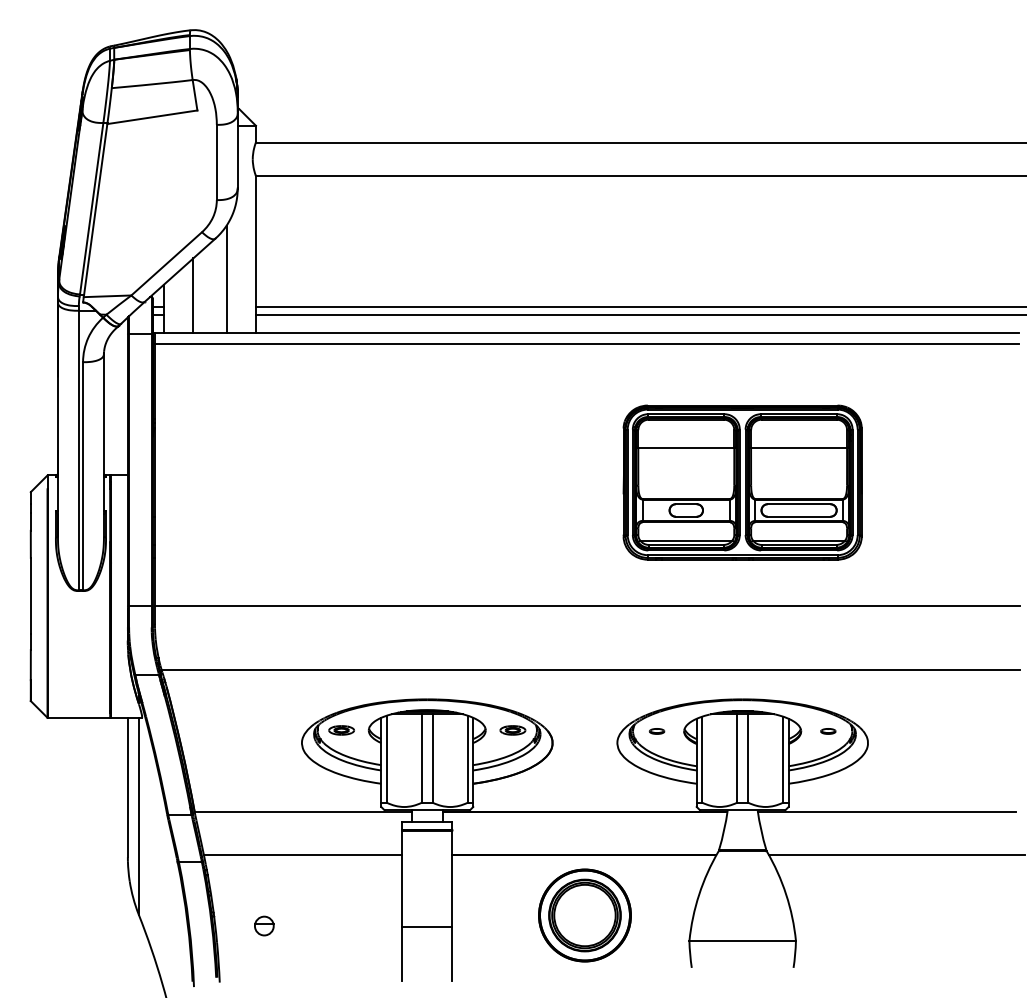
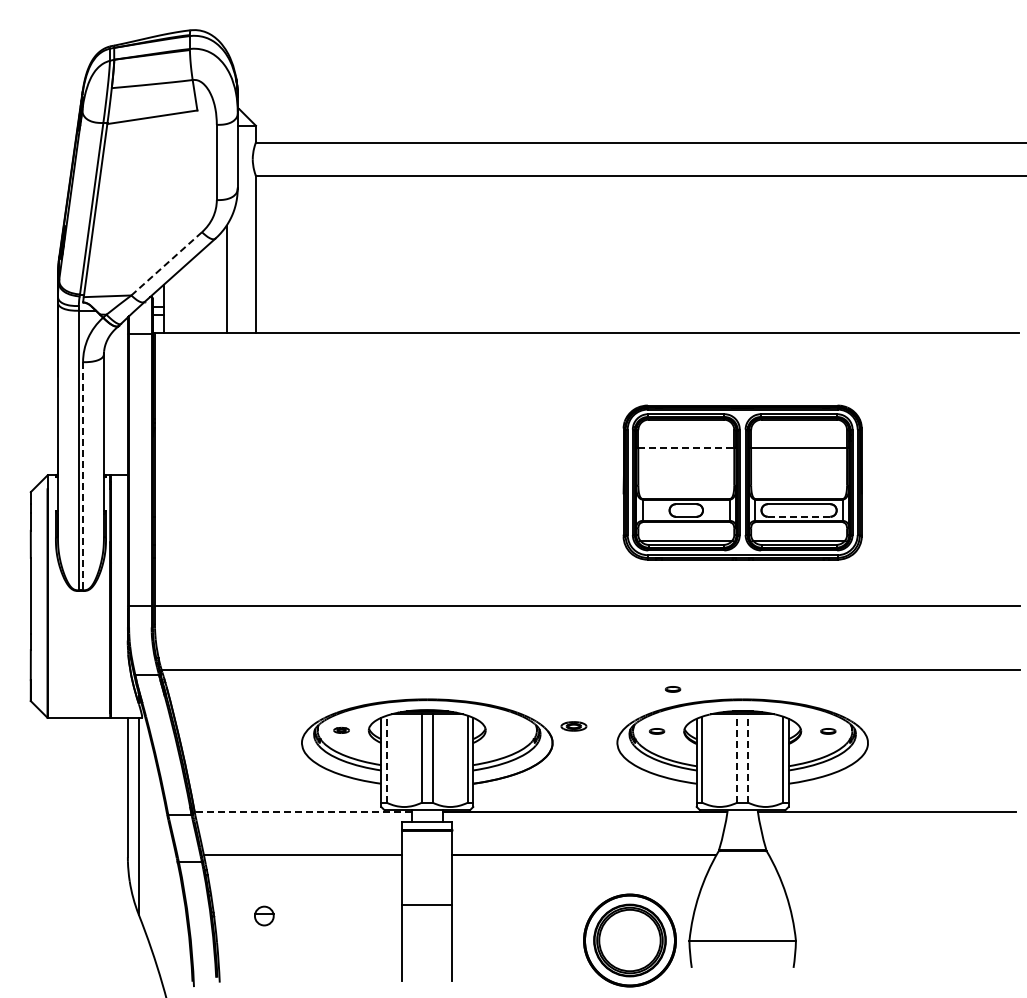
line at (166, 264): solid -> dashed
line at (193, 295): present -> none
line at (639, 306): present -> none
line at (639, 315): present -> none
line at (586, 344): present -> none
line at (686, 447): solid -> dashed
line at (83, 477): solid -> dashed
line at (798, 516): solid -> dashed
part at (672, 689): none -> present
part at (341, 730) size: 27x11 px -> 17x7 px
part at (512, 730) position: (512, 730) -> (573, 726)
line at (737, 758): solid -> dashed
line at (748, 758): solid -> dashed
line at (386, 759): solid -> dashed
line at (302, 812): solid -> dashed
line at (896, 855): present -> none
part at (584, 915) position: (584, 915) -> (629, 940)
part at (264, 925) position: (264, 925) -> (264, 915)
line at (427, 927) position: (427, 927) -> (427, 905)
